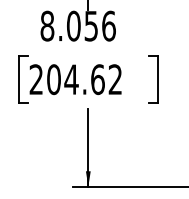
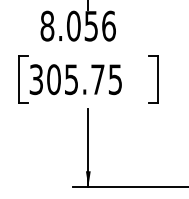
text at (75, 79): 204.62 -> 305.75
